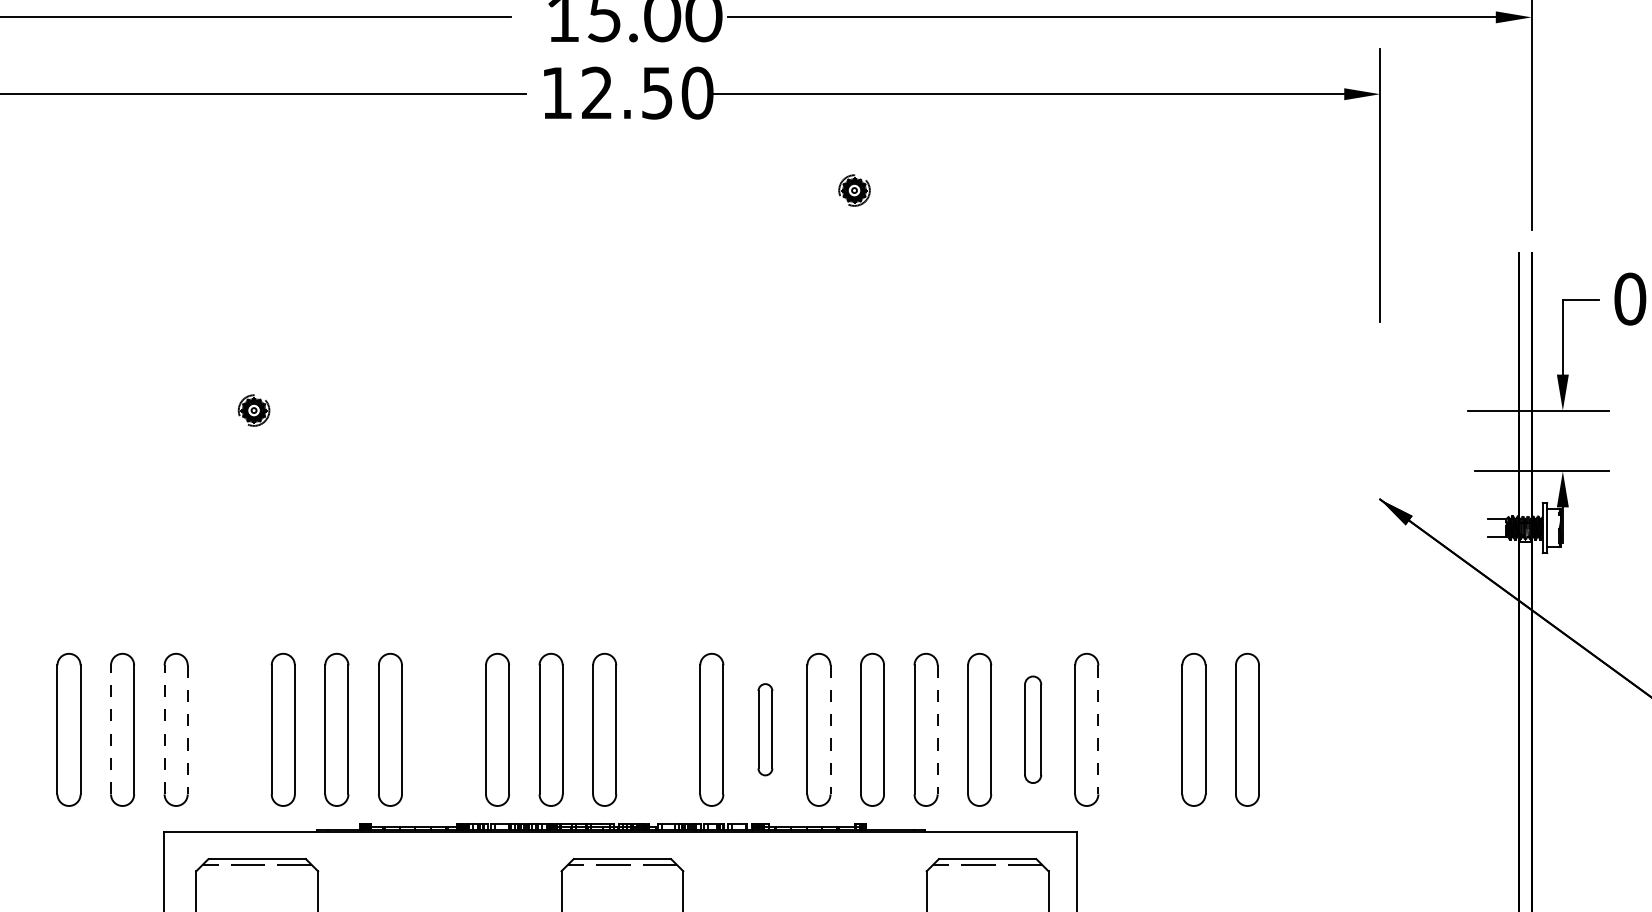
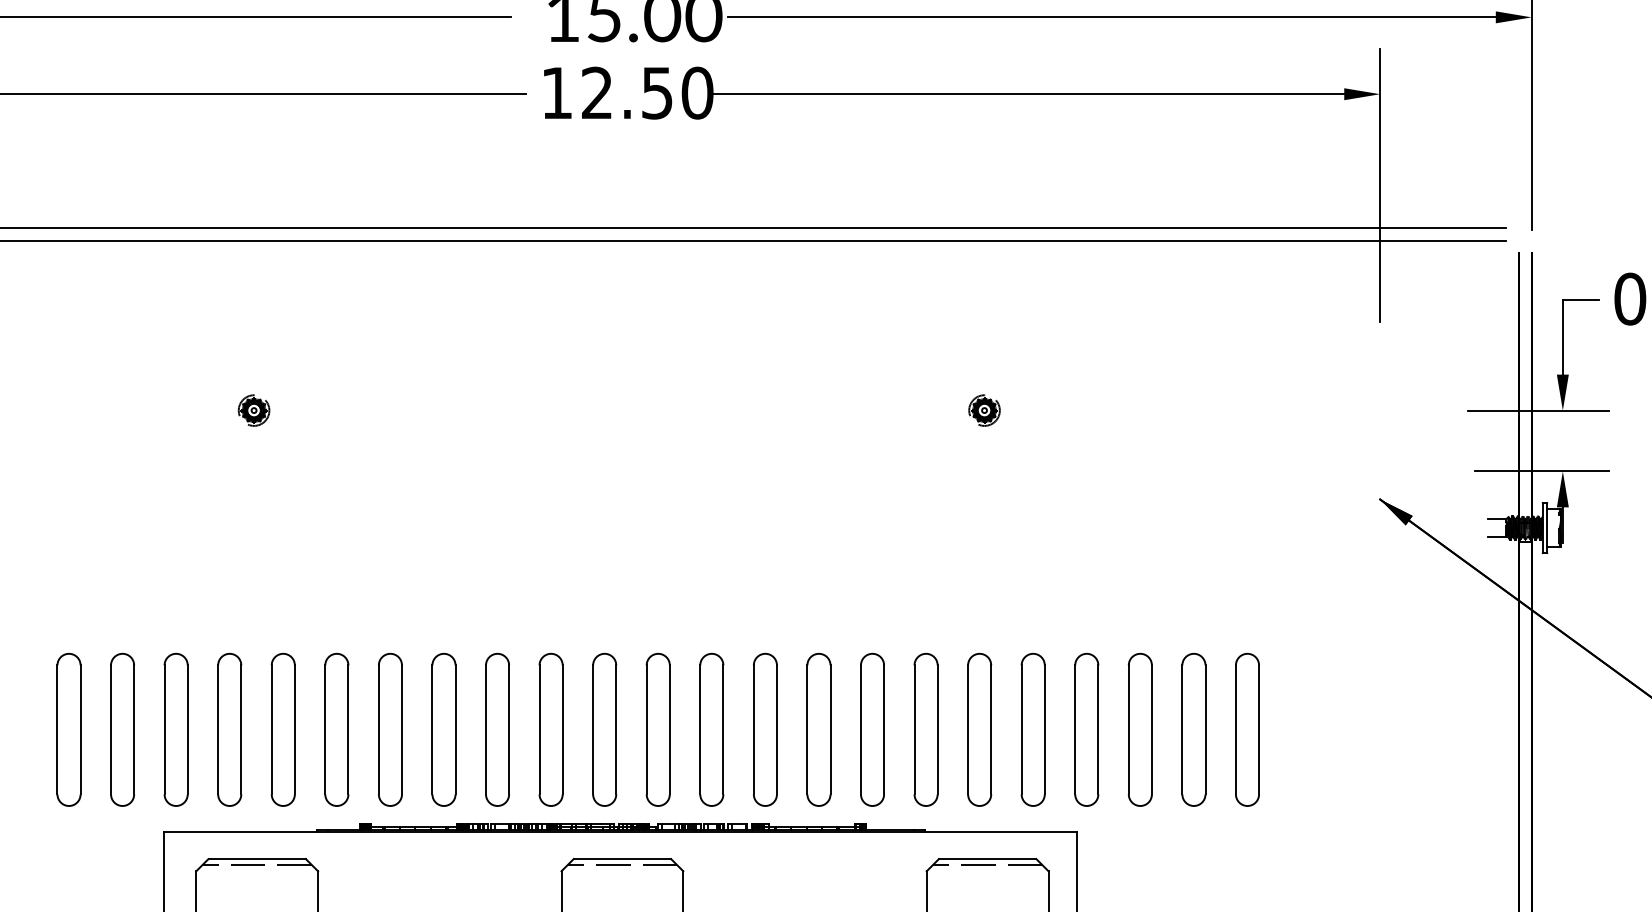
part at (854, 190) position: (854, 190) -> (984, 410)
line at (754, 227): none -> present
line at (754, 240): none -> present
line at (111, 729): dashed -> solid
line at (164, 729): dashed -> solid
line at (187, 729): dashed -> solid
part at (229, 729): none -> present
part at (443, 729): none -> present
part at (657, 729): none -> present
part at (765, 729) size: 17x94 px -> 25x155 px
line at (830, 729): dashed -> solid
line at (937, 729): dashed -> solid
part at (1033, 729) size: 19x109 px -> 26x155 px
line at (1098, 729): dashed -> solid
part at (1140, 729): none -> present
